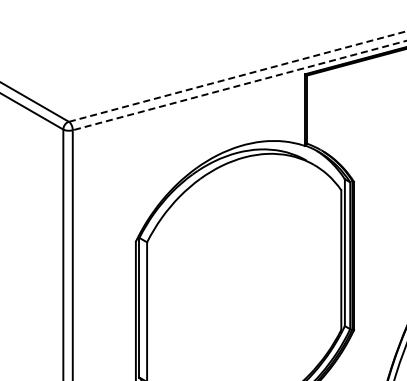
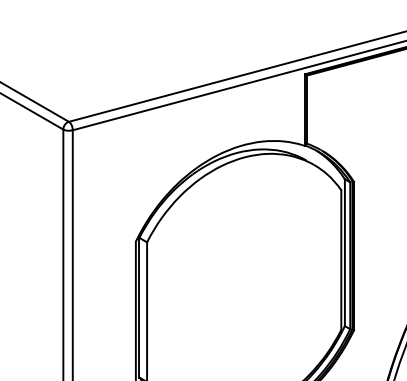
line at (237, 76): dashed -> solid
line at (239, 85): dashed -> solid
